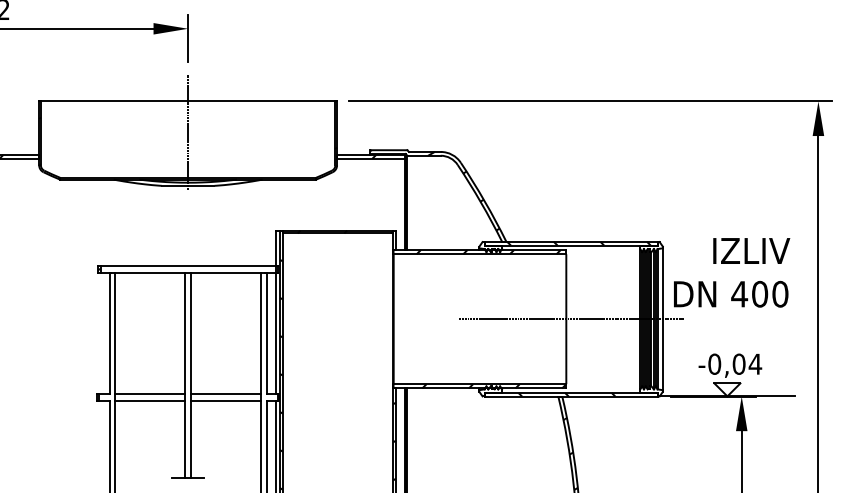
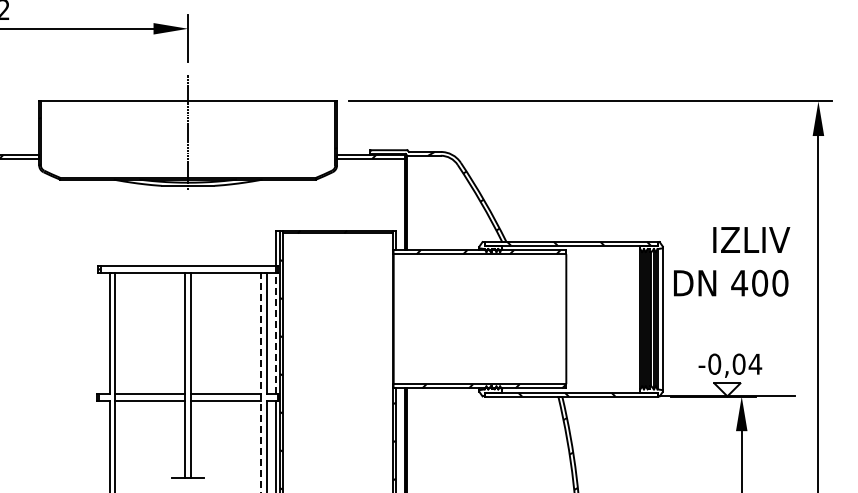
text at (732, 272) position: (732, 272) -> (732, 261)
line at (570, 319): present -> none
line at (275, 333): solid -> dashed
line at (261, 382): solid -> dashed
